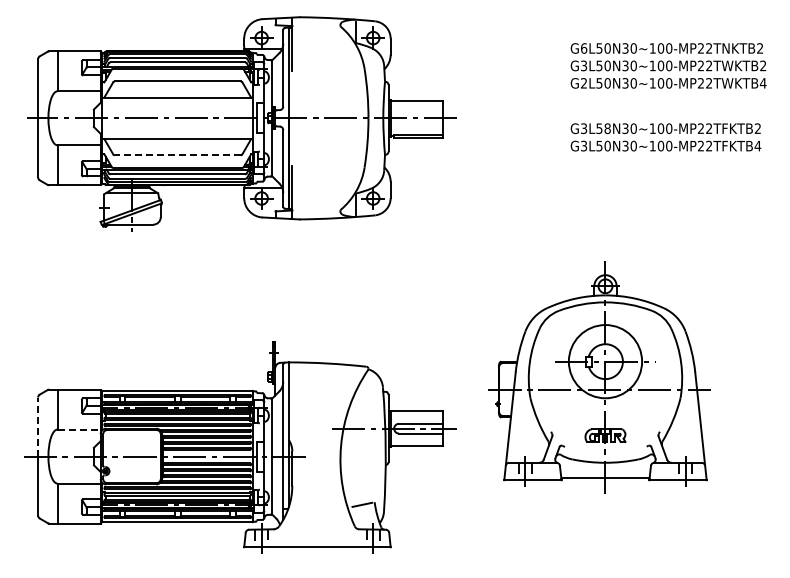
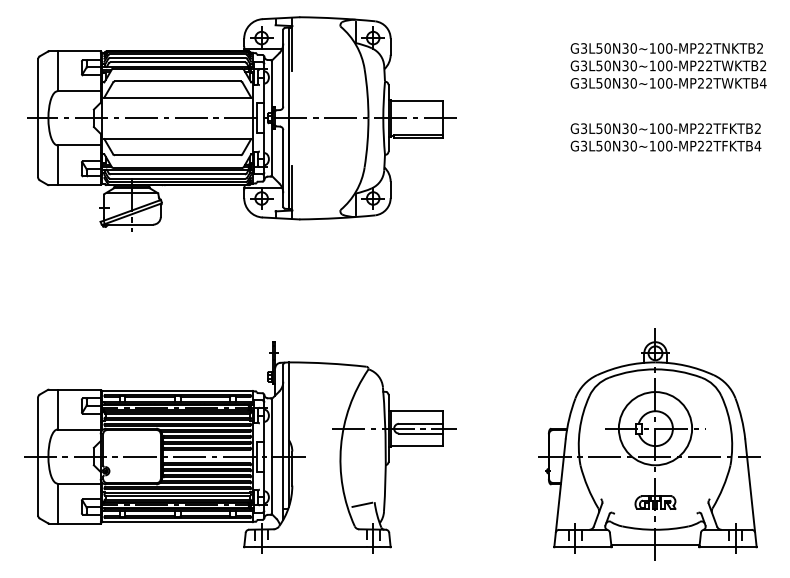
text at (584, 48): G6L50N30~100-MP22TNKTB2 -> G3L50N30~100-MP22TNKTB2
text at (584, 83): G2L50N30~100-MP22TWKTB4 -> G3L50N30~100-MP22TWKTB4
text at (607, 128): G3L58N30~100-MP22TFKTB2 -> G3L50N30~100-MP22TFKTB2
line at (177, 155): dashed -> solid
part at (599, 377) position: (599, 377) -> (649, 444)
line at (38, 427): dashed -> solid
line at (79, 429): dashed -> solid
